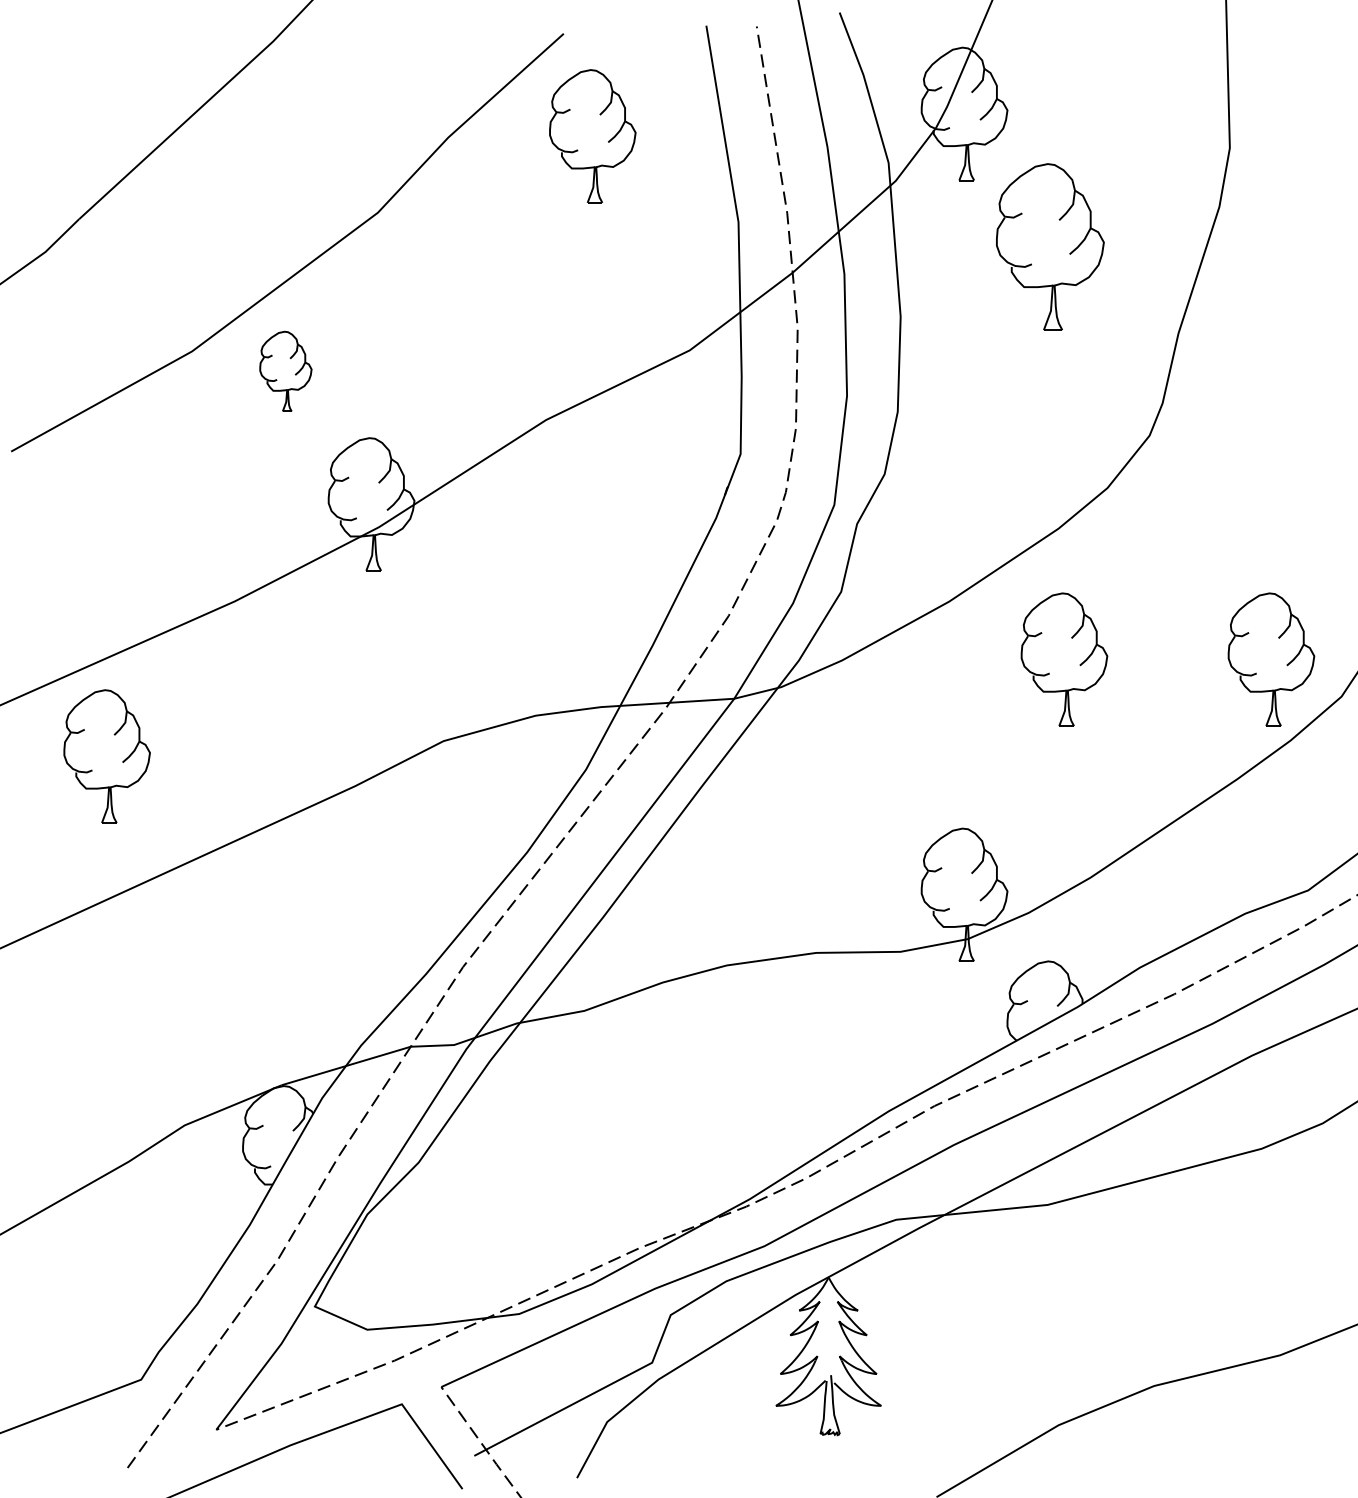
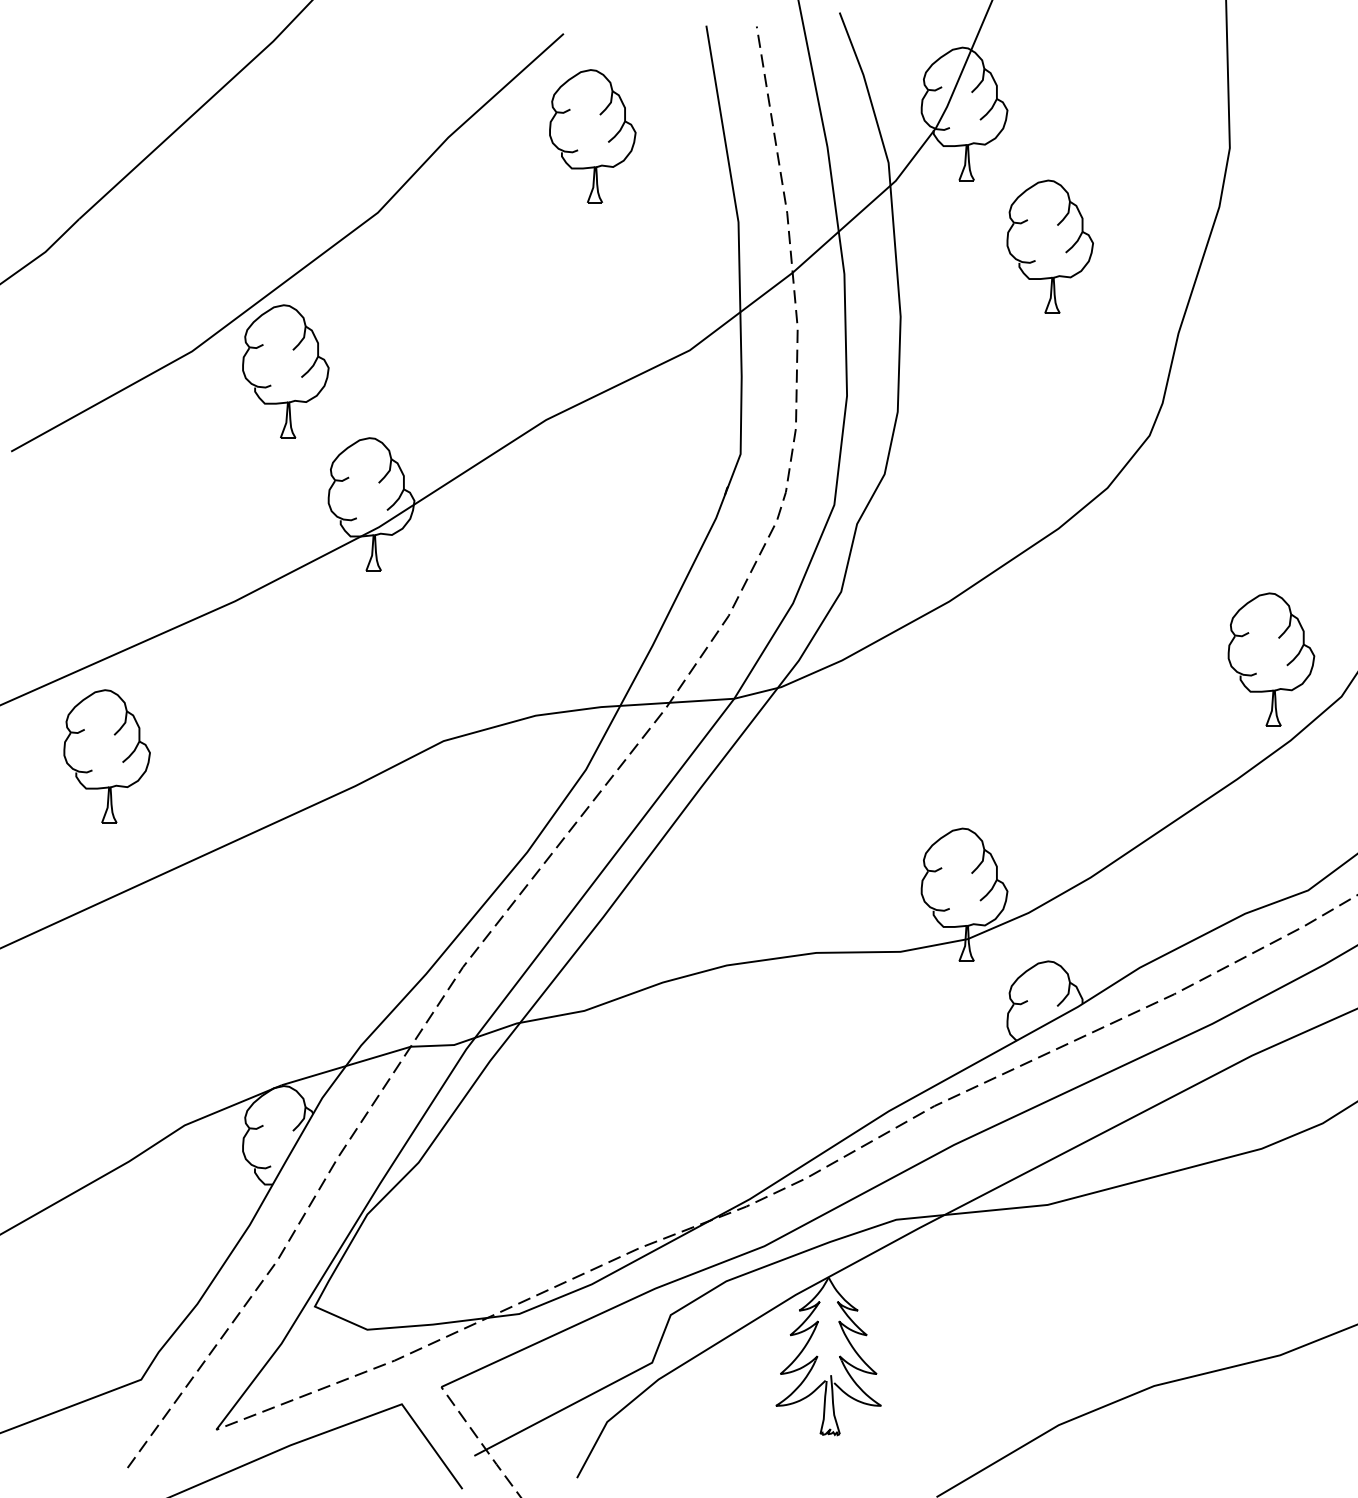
part at (1050, 246) size: 109x168 px -> 88x135 px
part at (285, 370) size: 54x82 px -> 88x135 px
part at (1064, 659): present -> none
